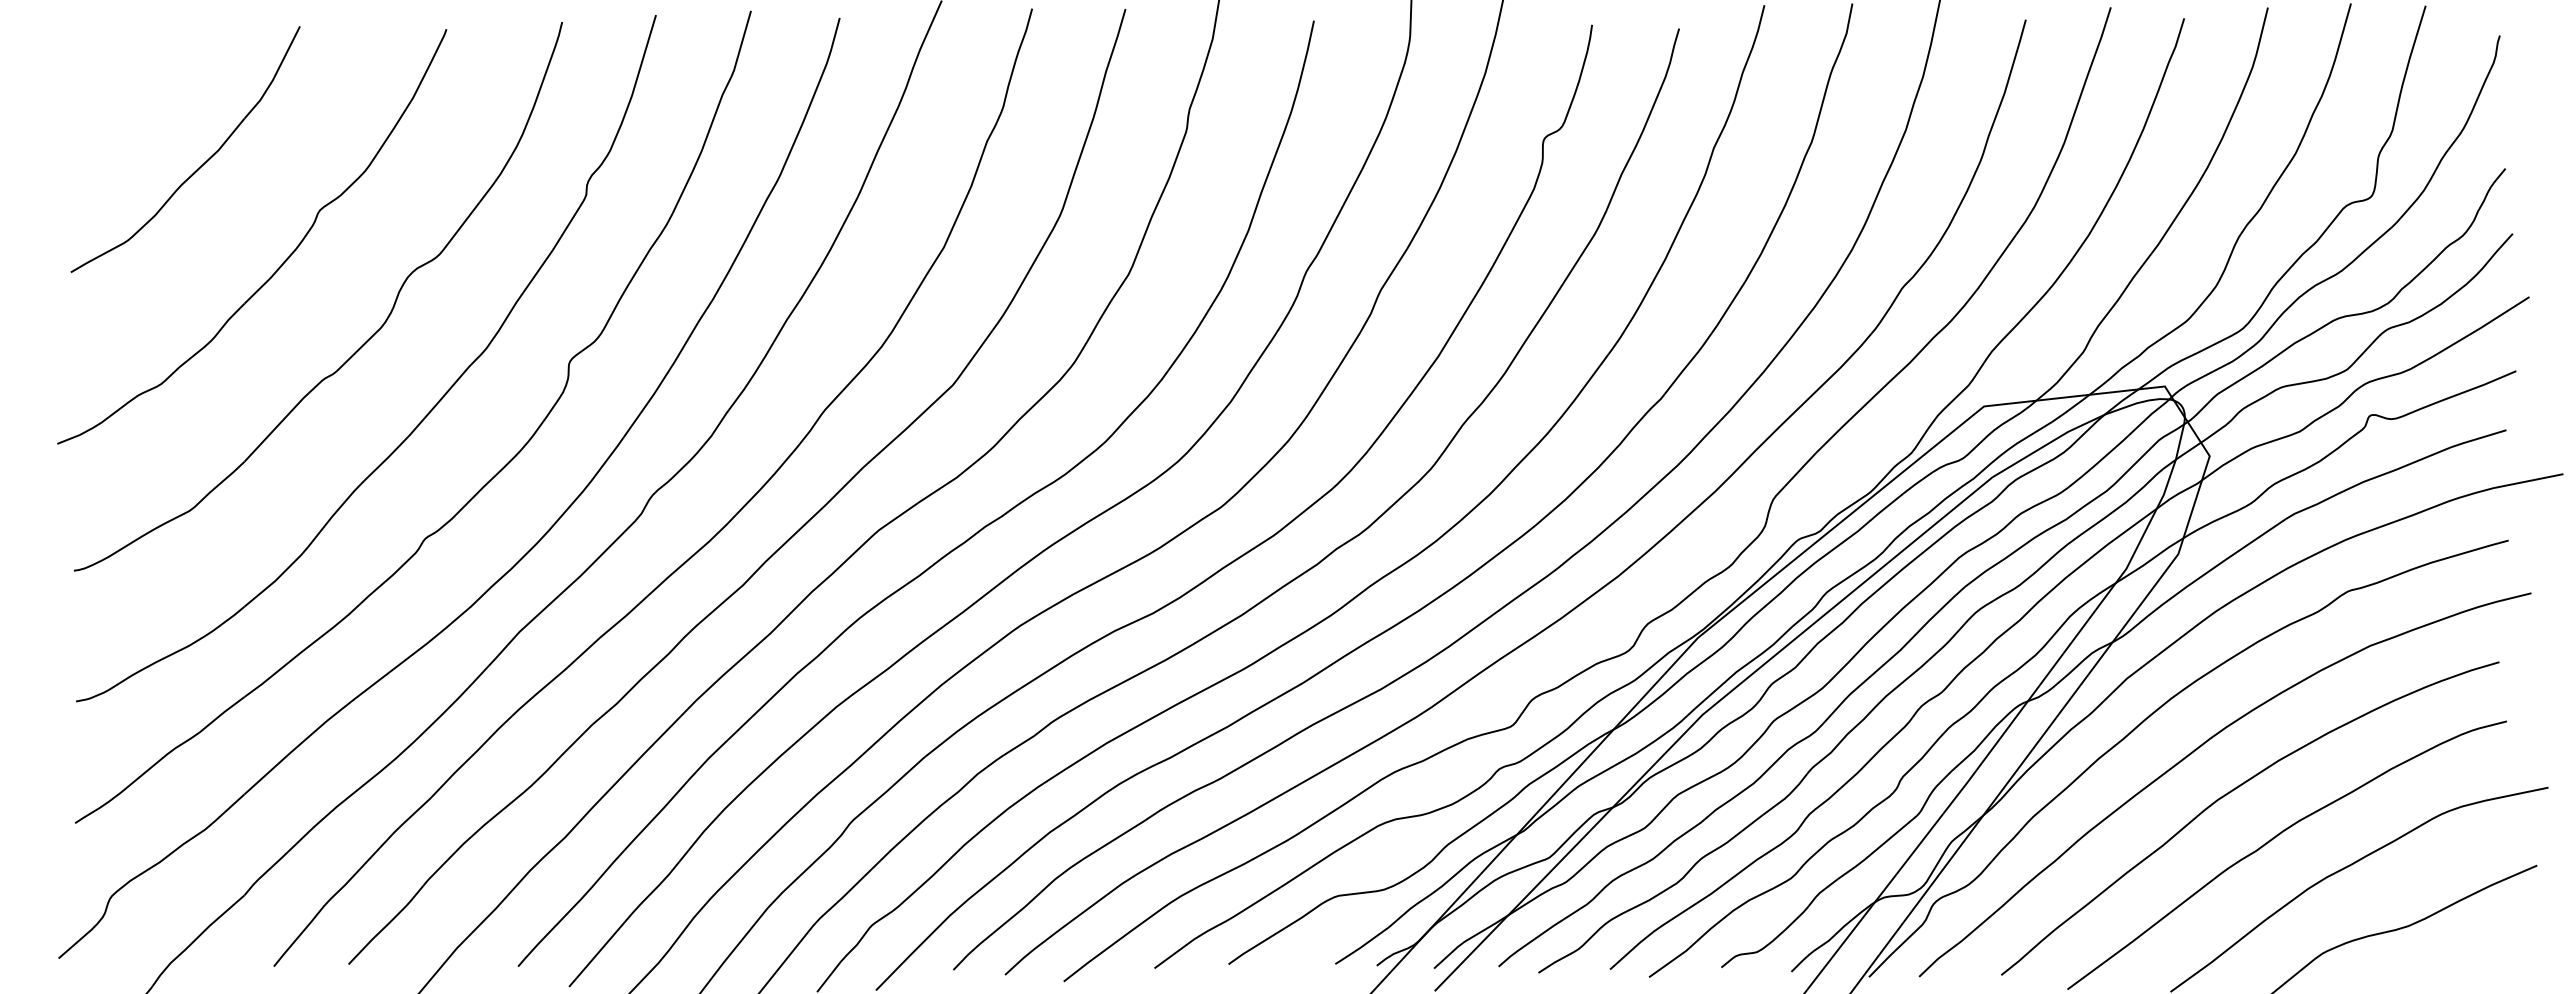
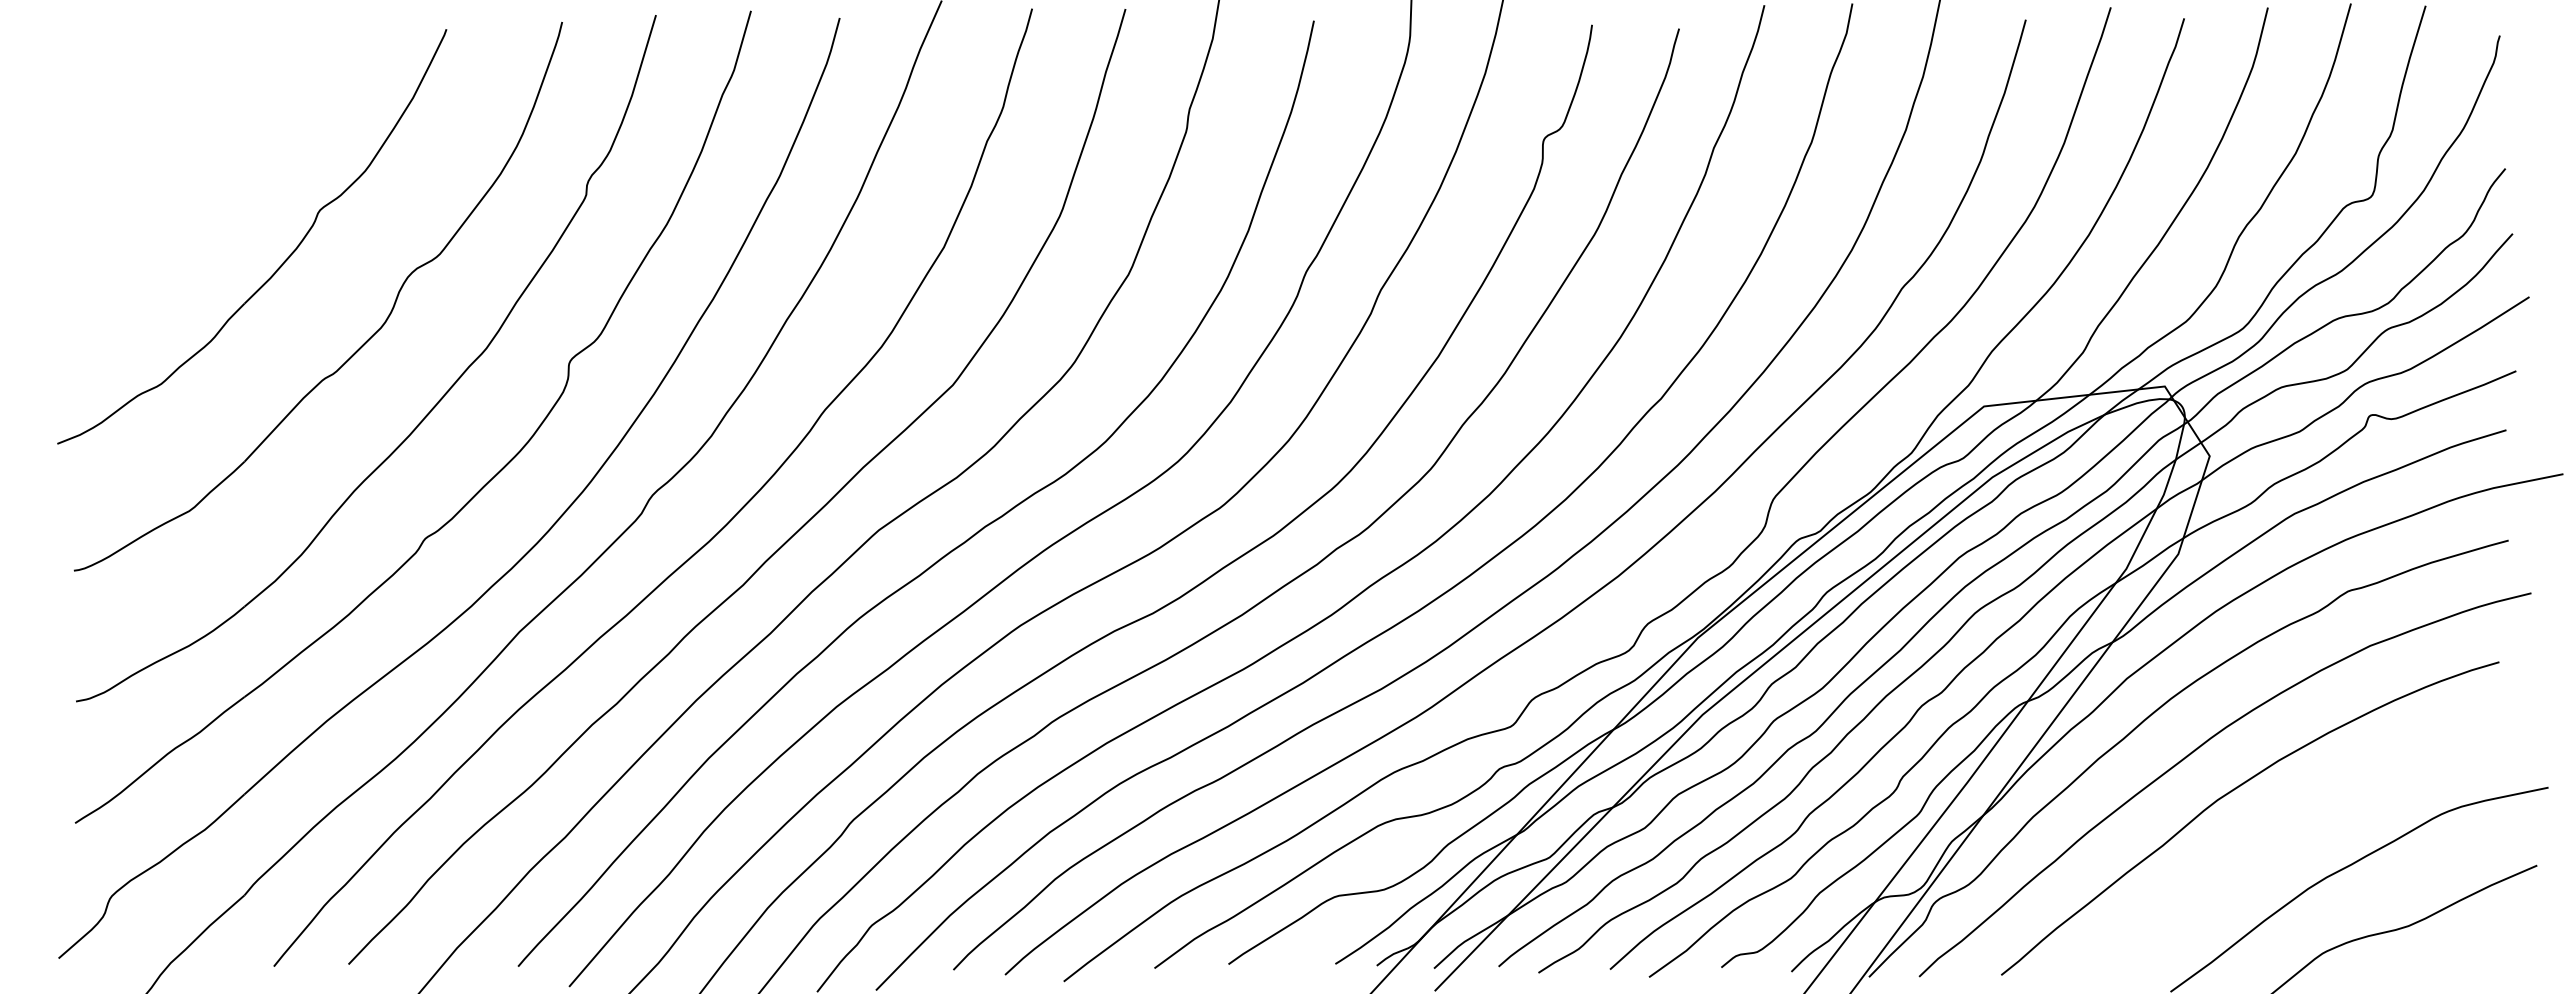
part at (200, 165): present -> none
curve at (2275, 838): present -> none
